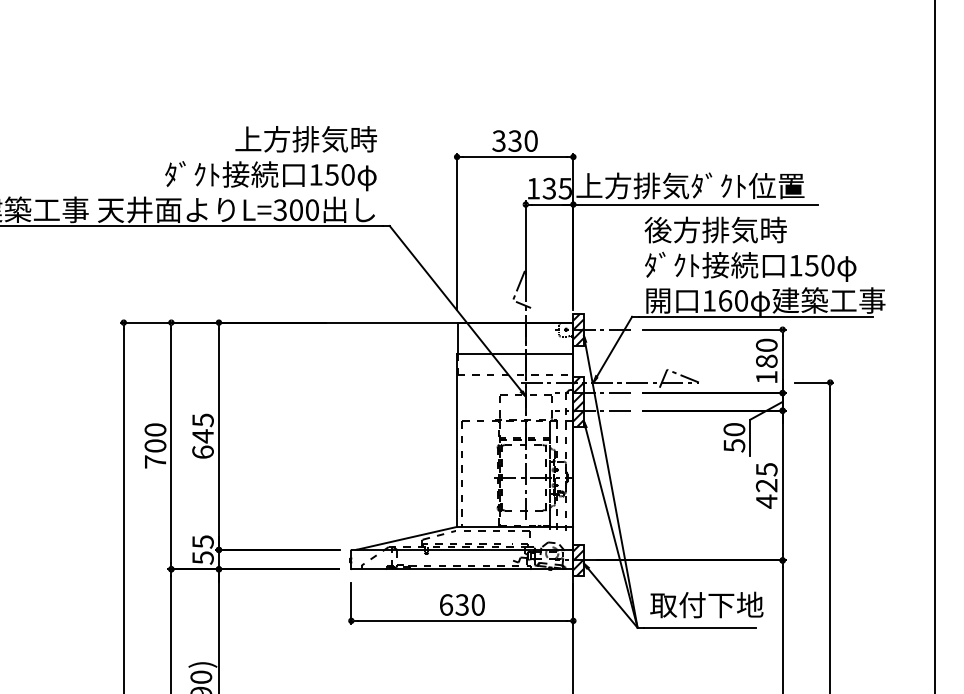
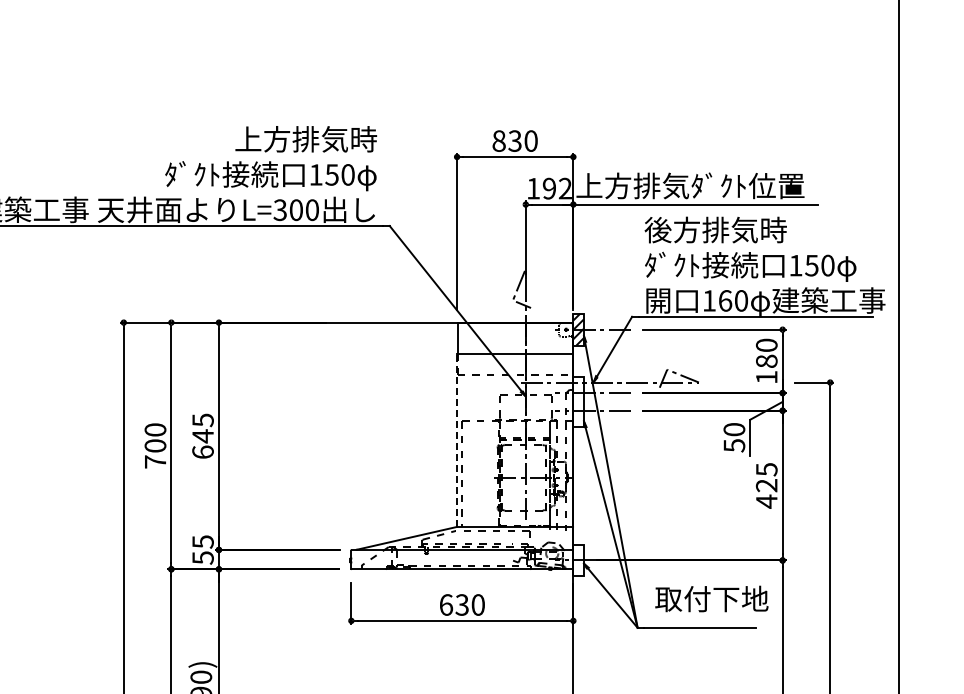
text at (498, 140): 330 -> 830
text at (556, 188): 135 -> 192
line at (935, 346) position: (935, 346) -> (899, 346)
hatch at (578, 401): present -> none
line at (457, 440): solid -> dashed
hatch at (578, 560): present -> none
text at (706, 604) position: (706, 604) -> (711, 598)
